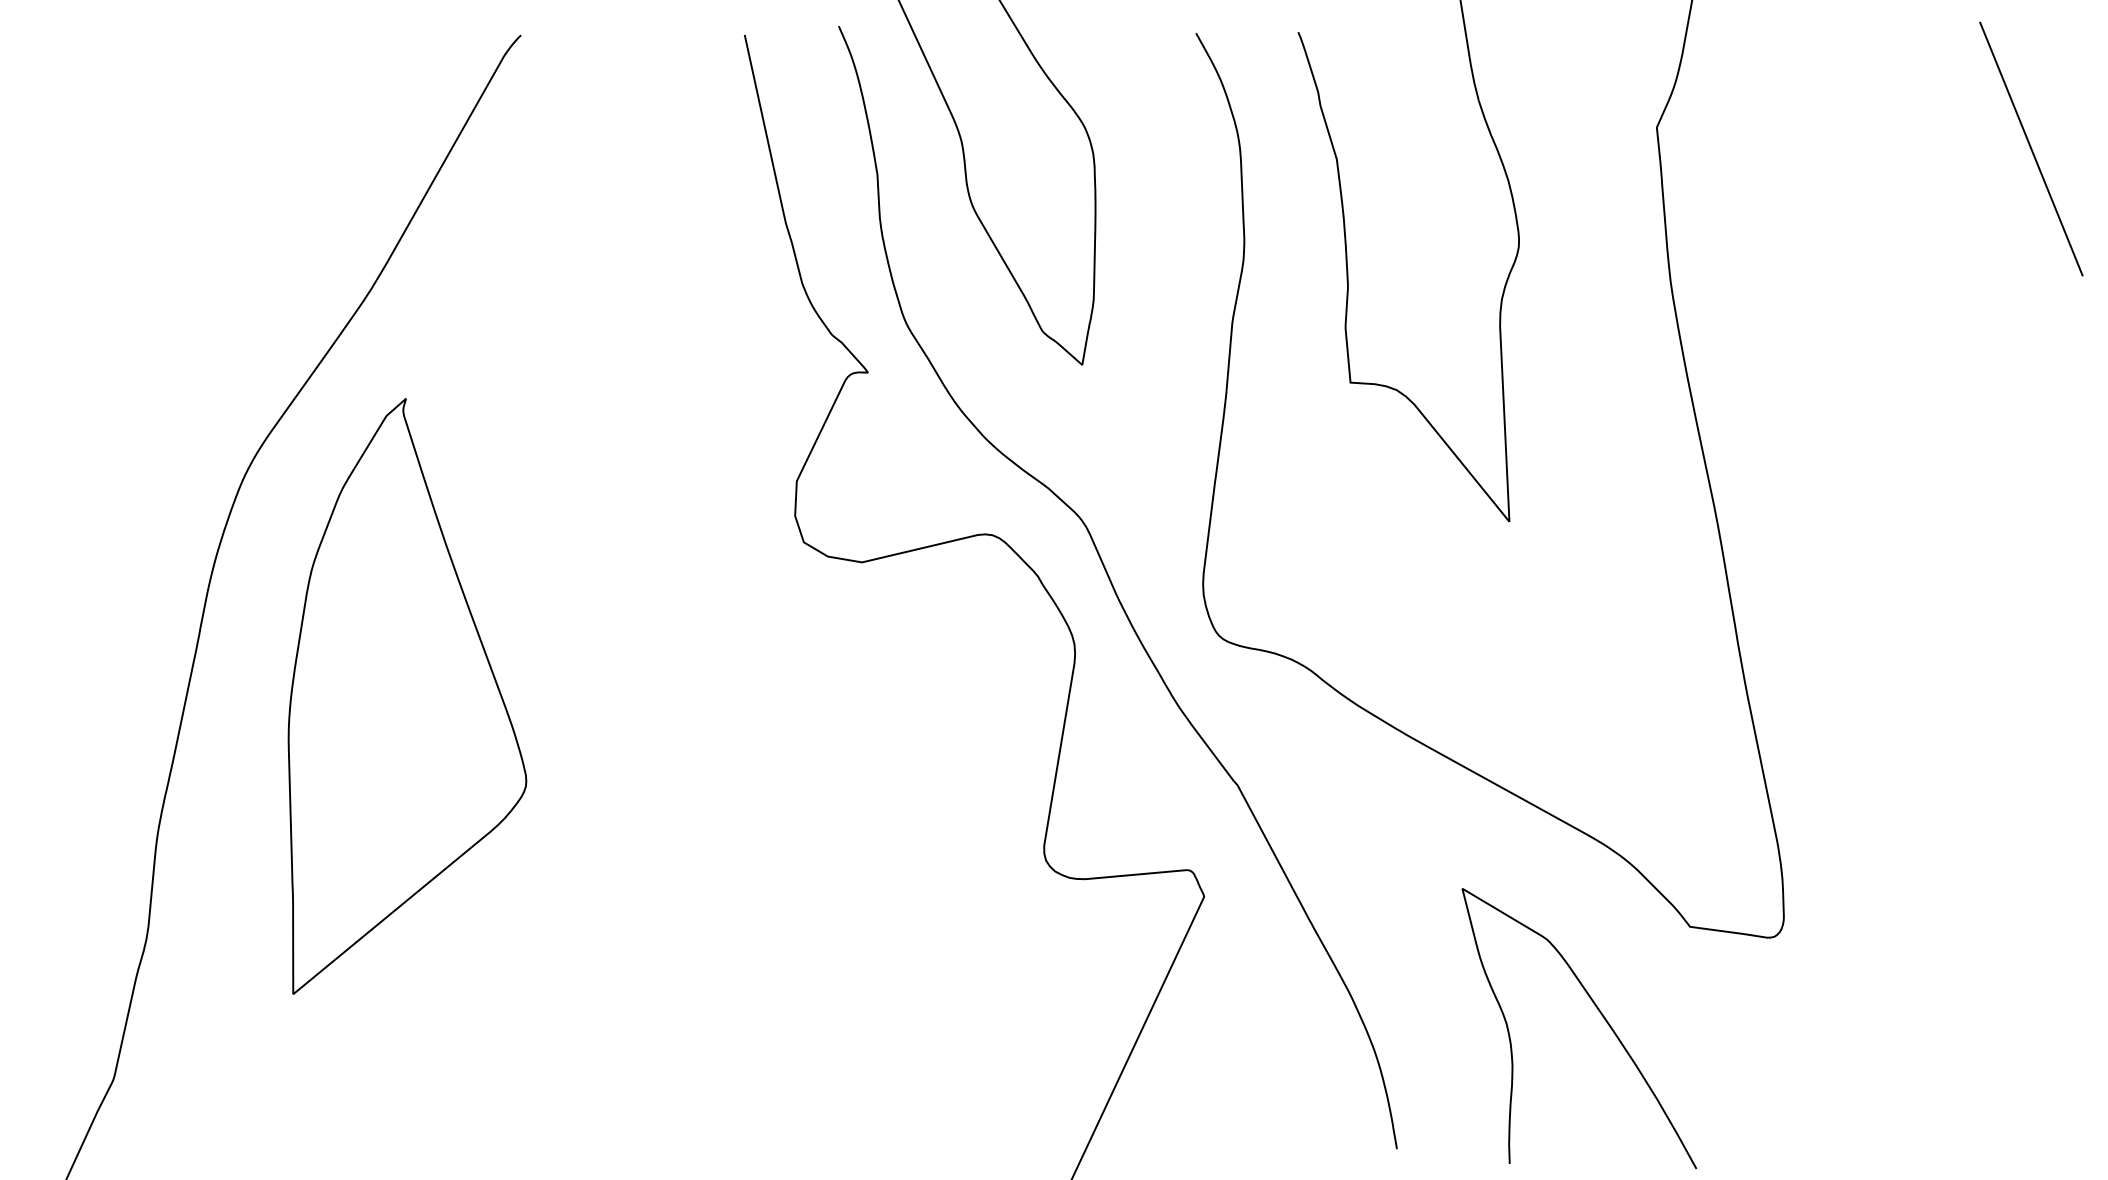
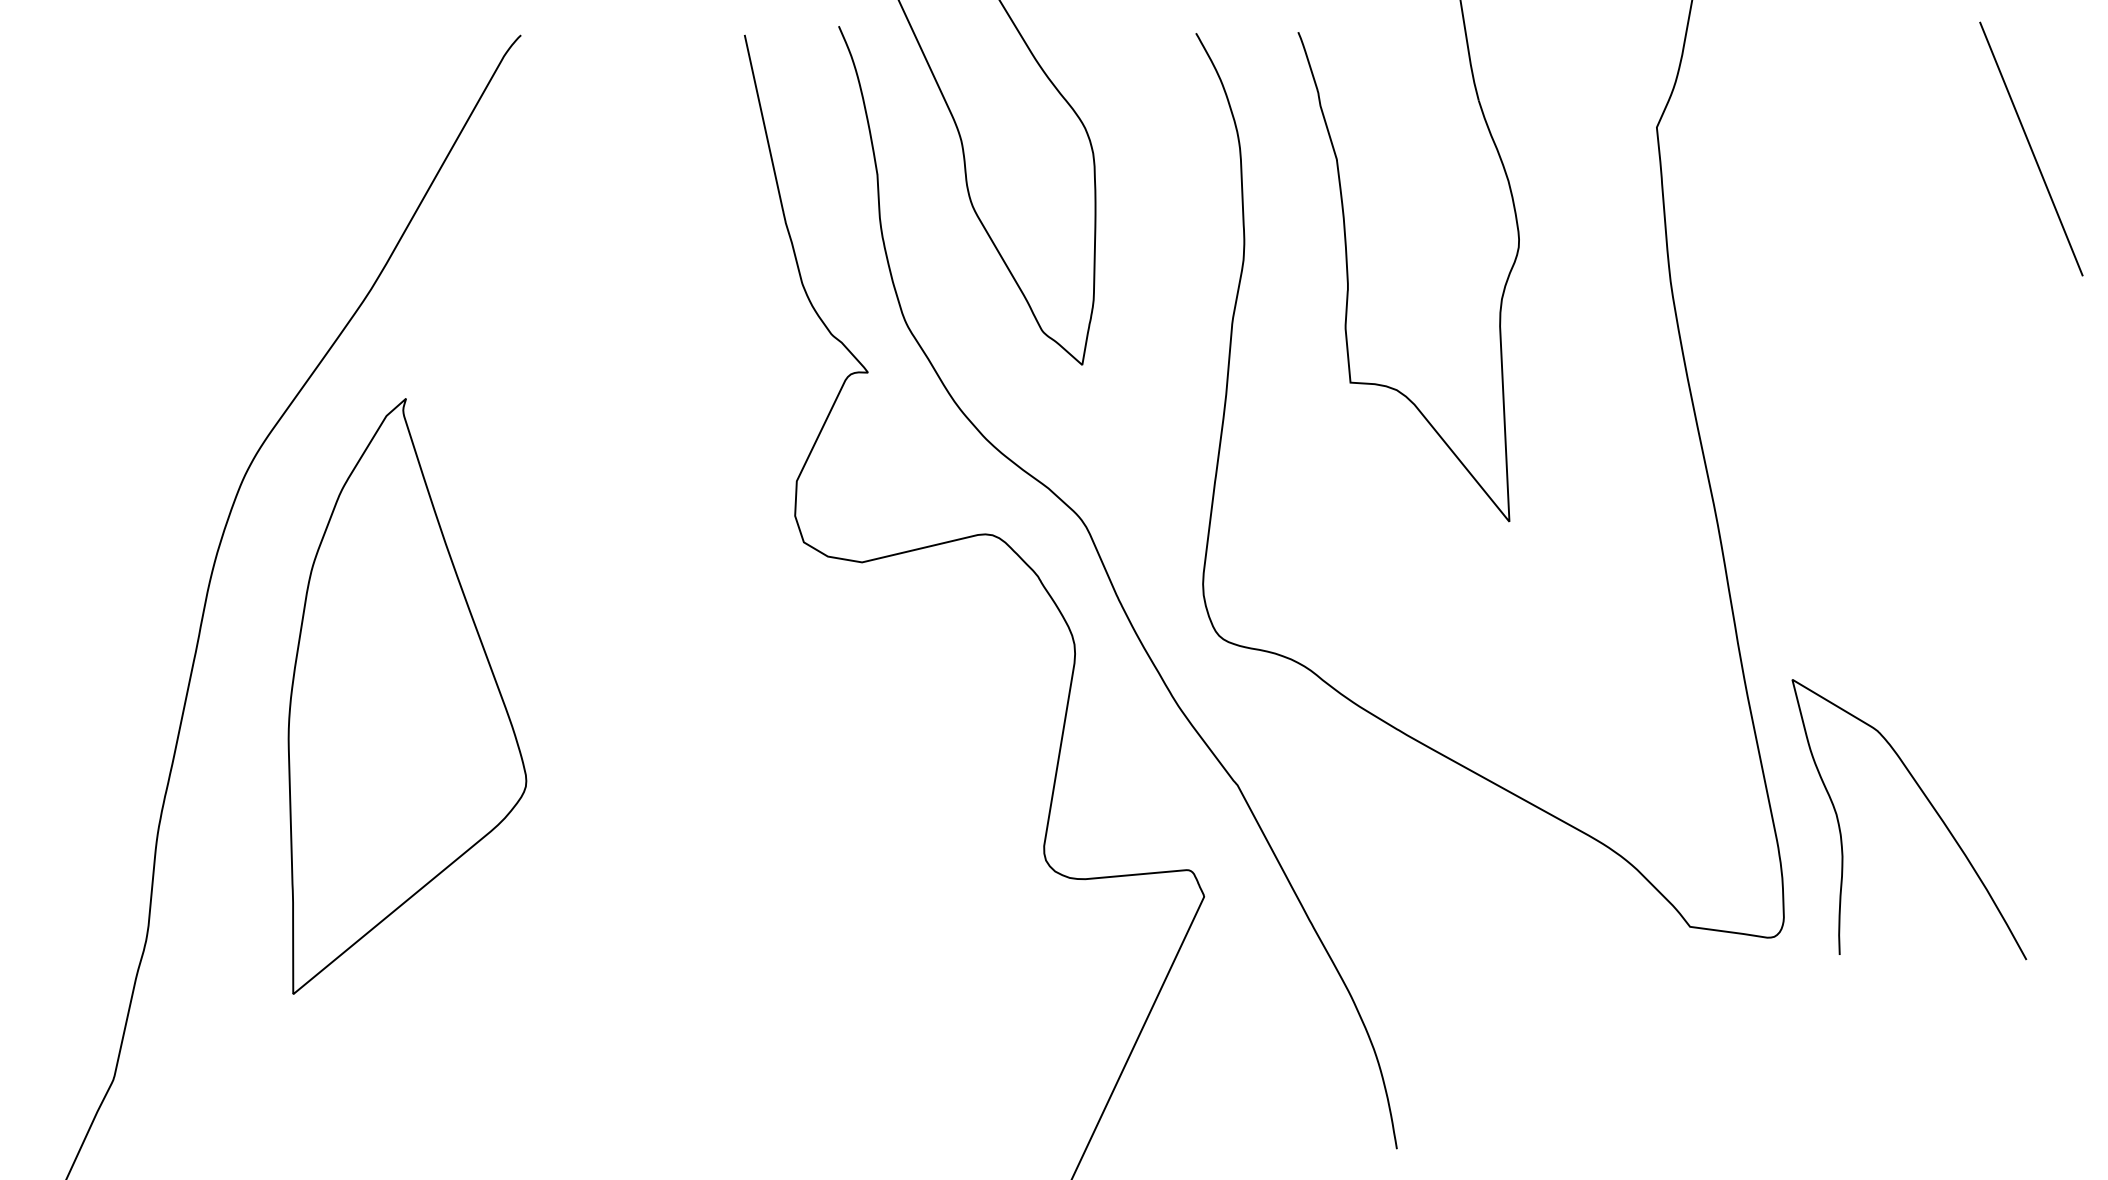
curve at (1598, 1011) position: (1598, 1011) -> (1928, 802)
